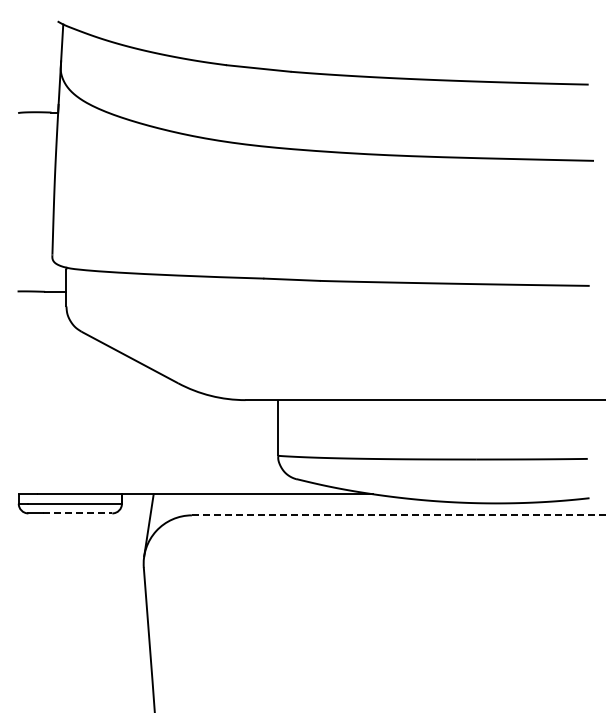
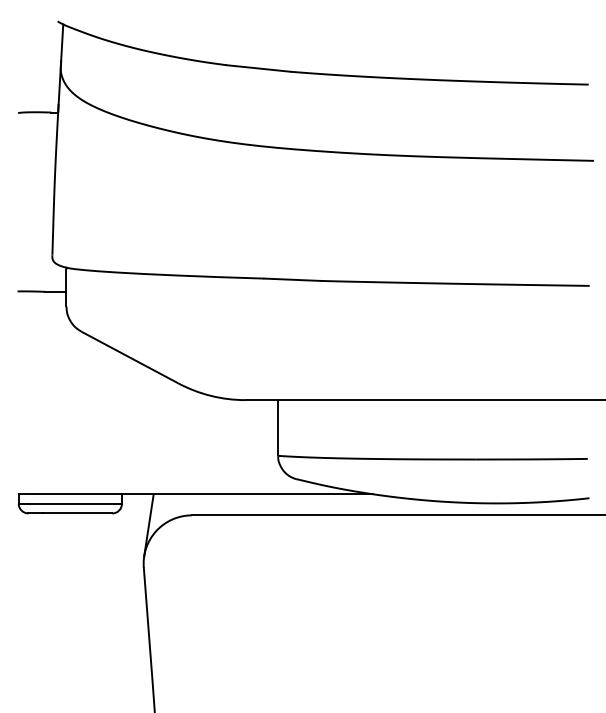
line at (77, 513): dashed -> solid
line at (398, 515): dashed -> solid
